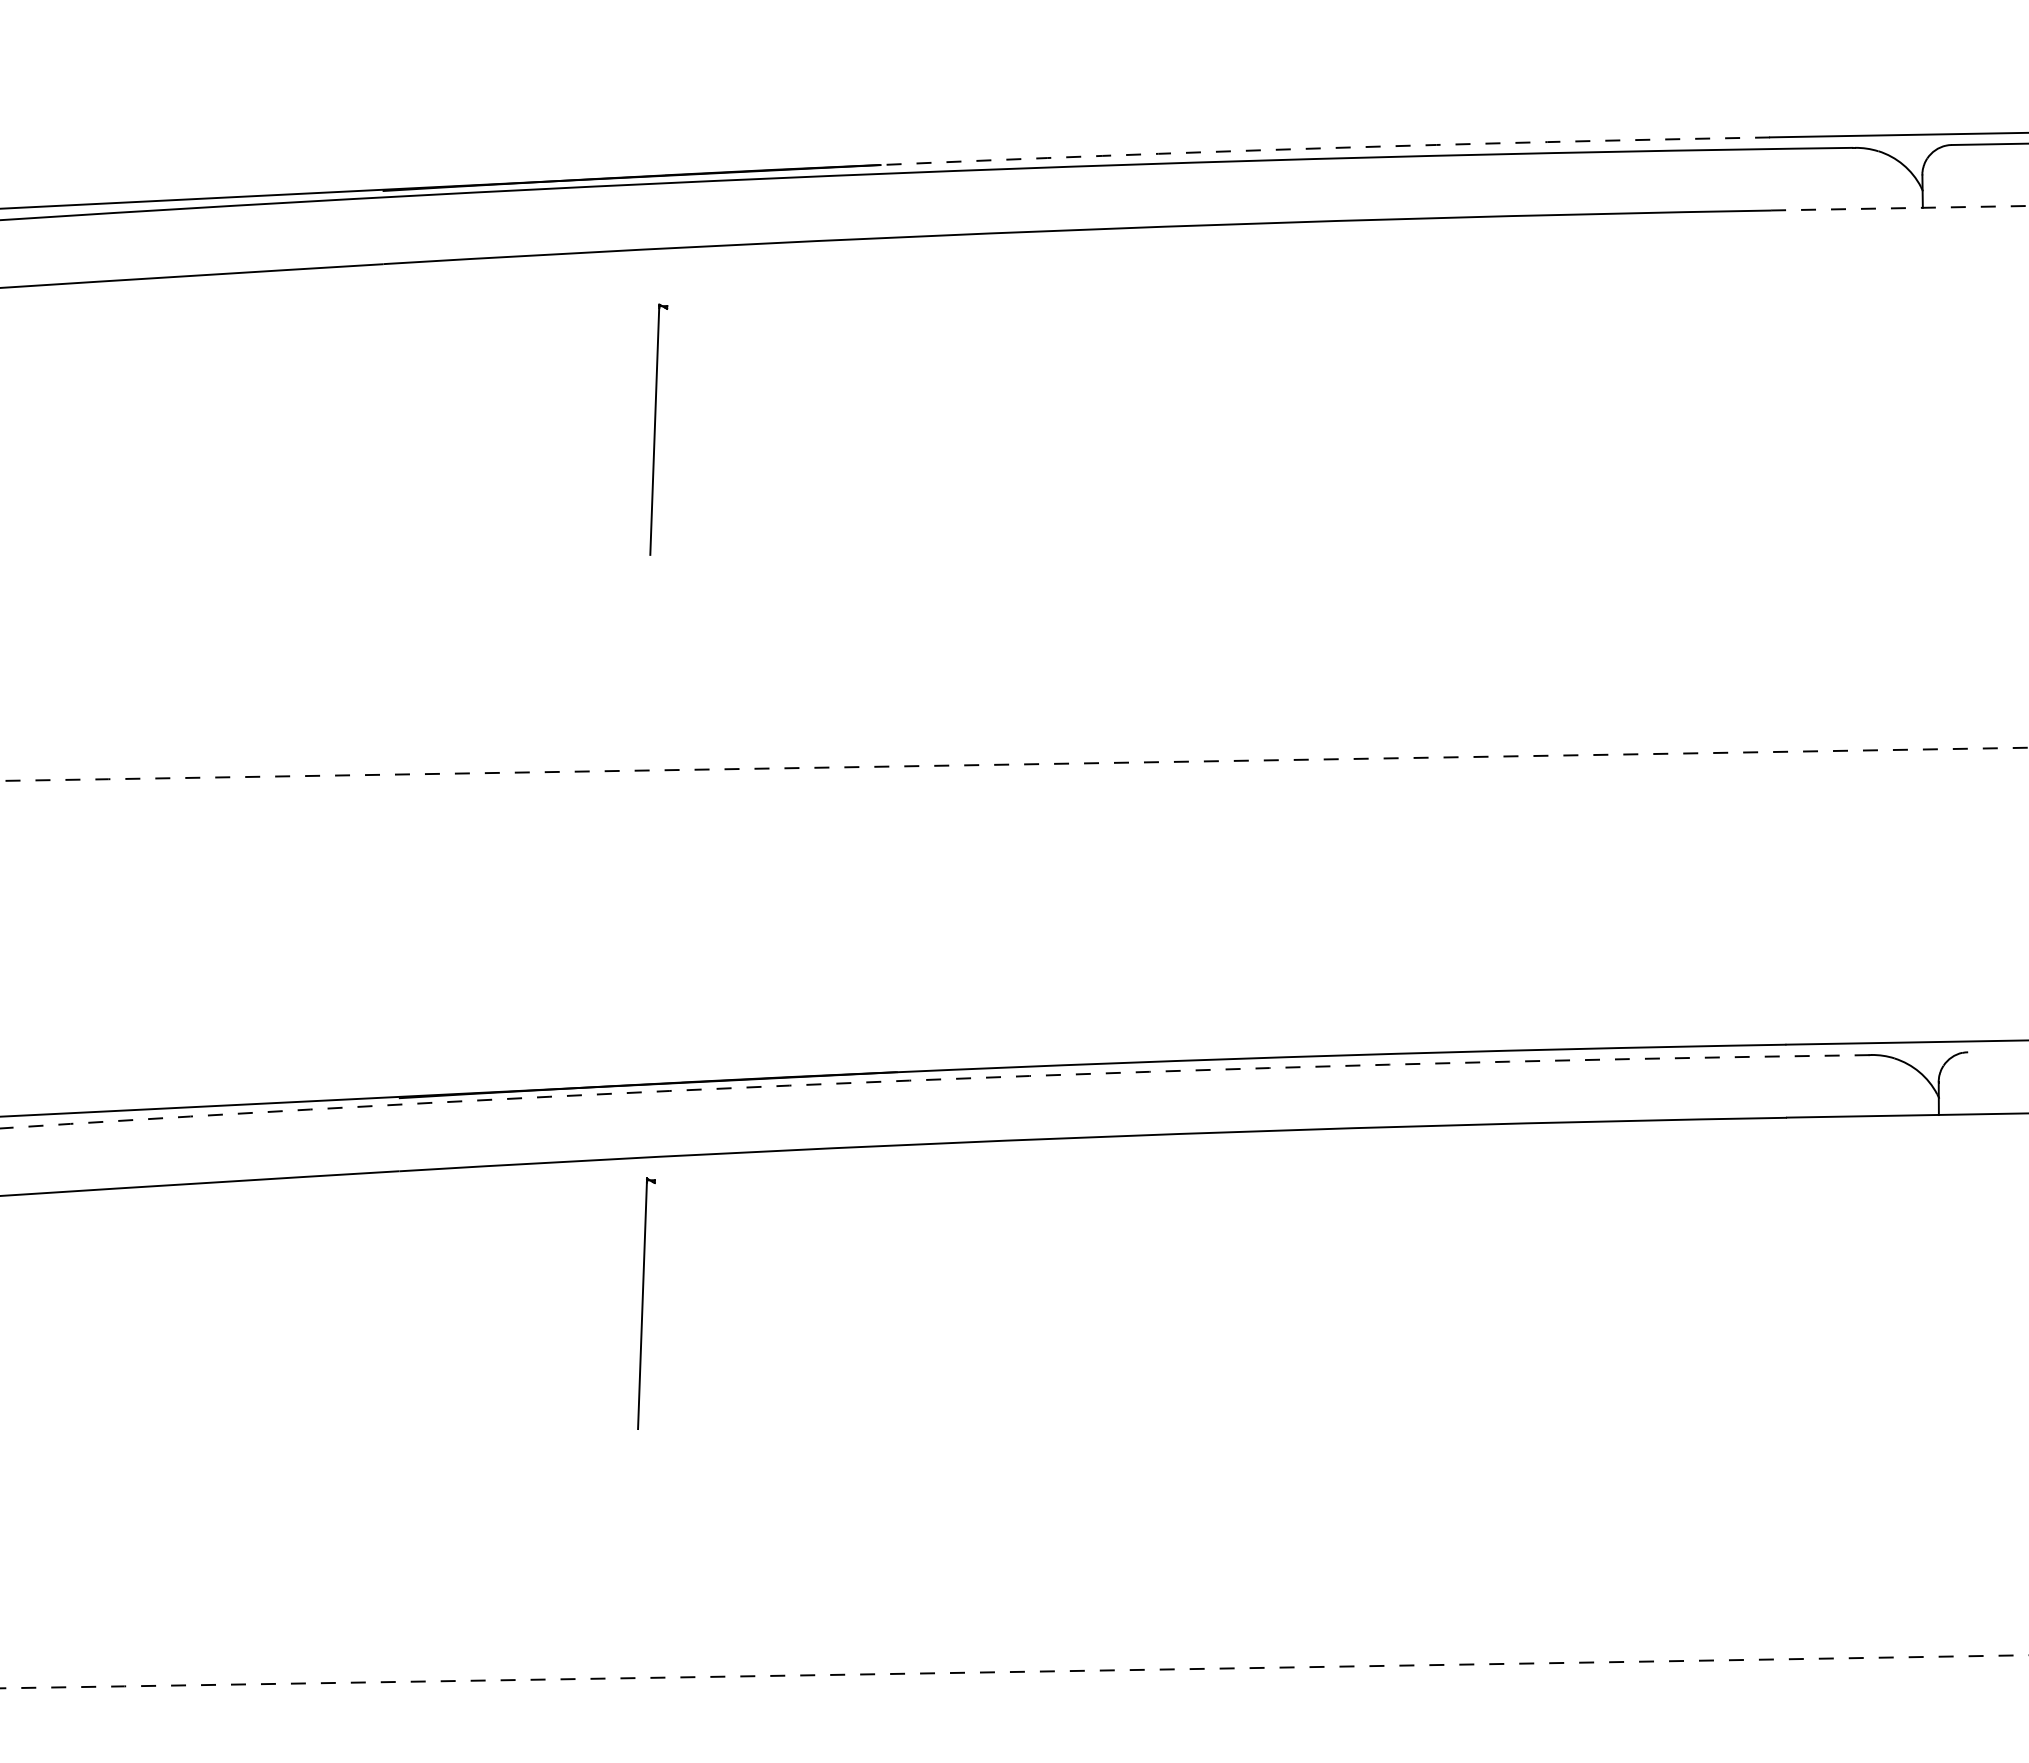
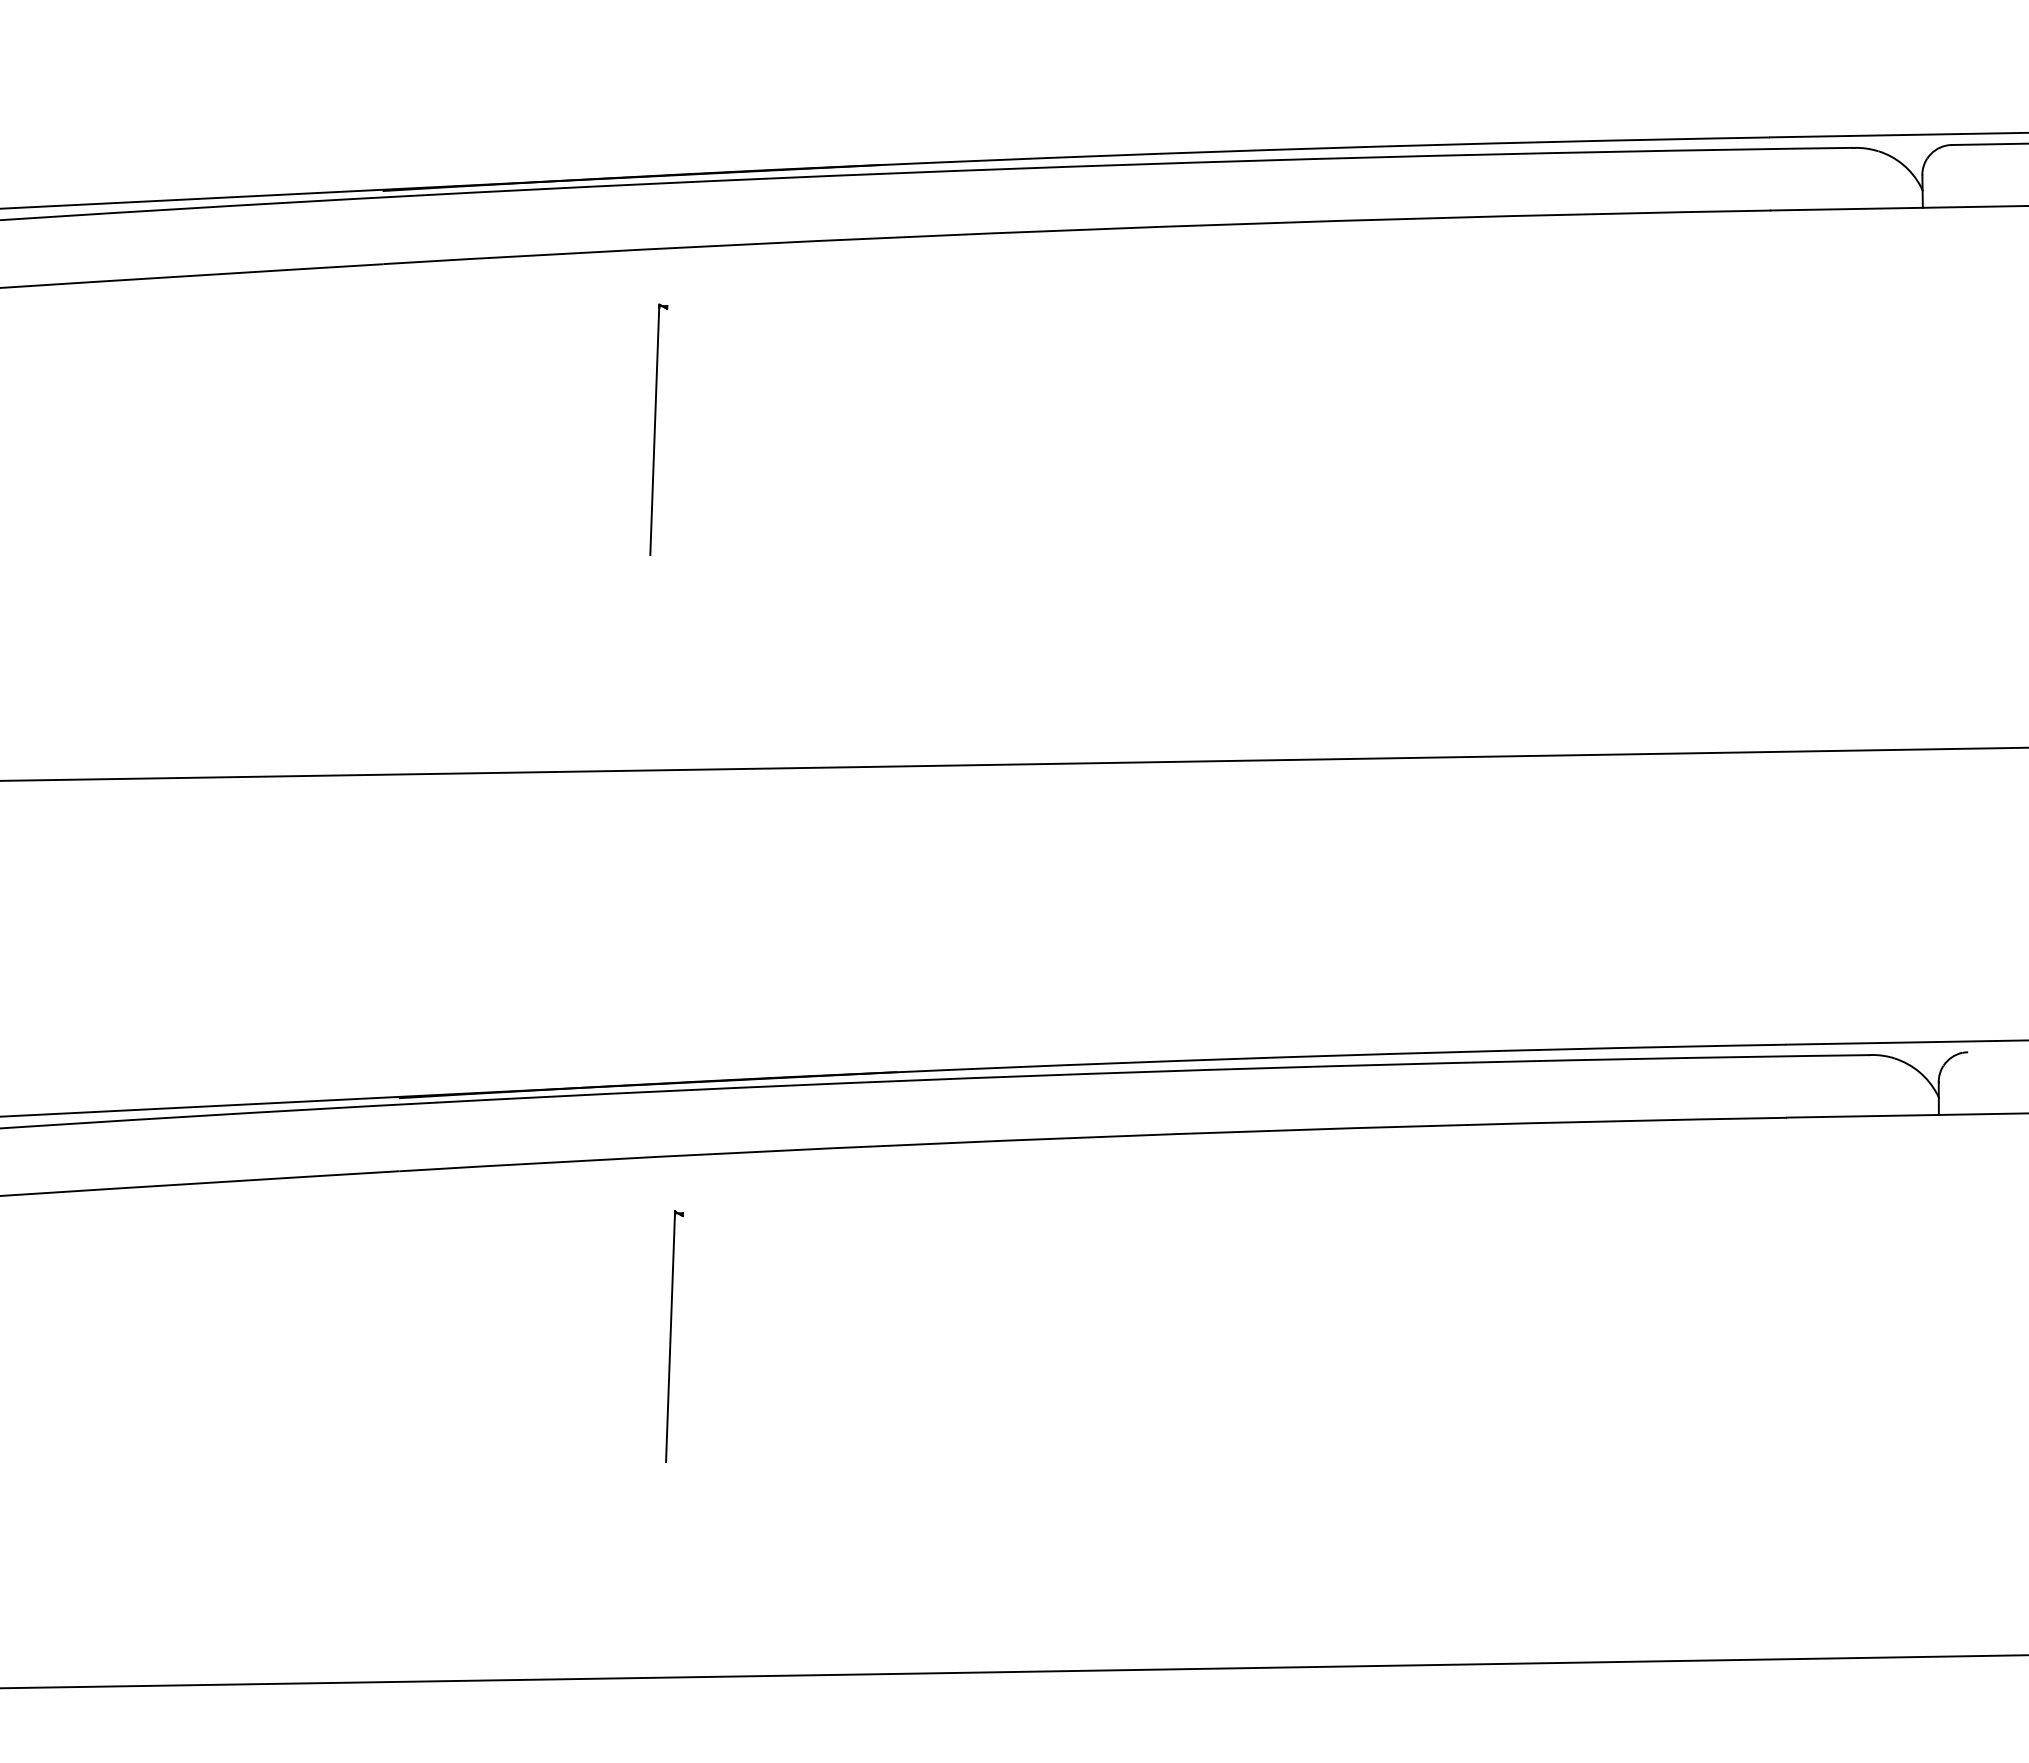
arc at (1325, 148): dashed -> solid
line at (1900, 208): dashed -> solid
arc at (1015, 764): dashed -> solid
arc at (933, 1079): dashed -> solid
part at (646, 1303) position: (646, 1303) -> (674, 1336)
arc at (1015, 1671): dashed -> solid
